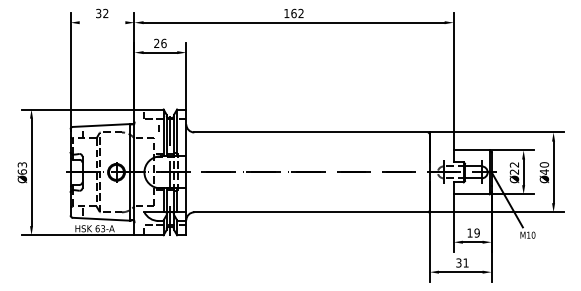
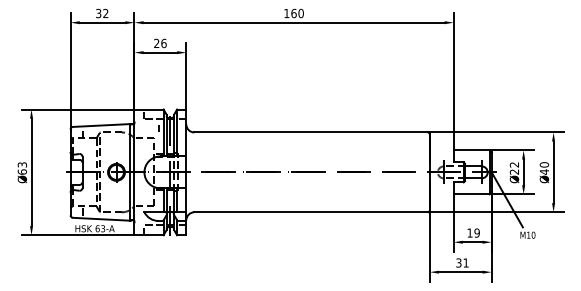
text at (300, 13): 162 -> 160
line at (102, 22): none -> present
